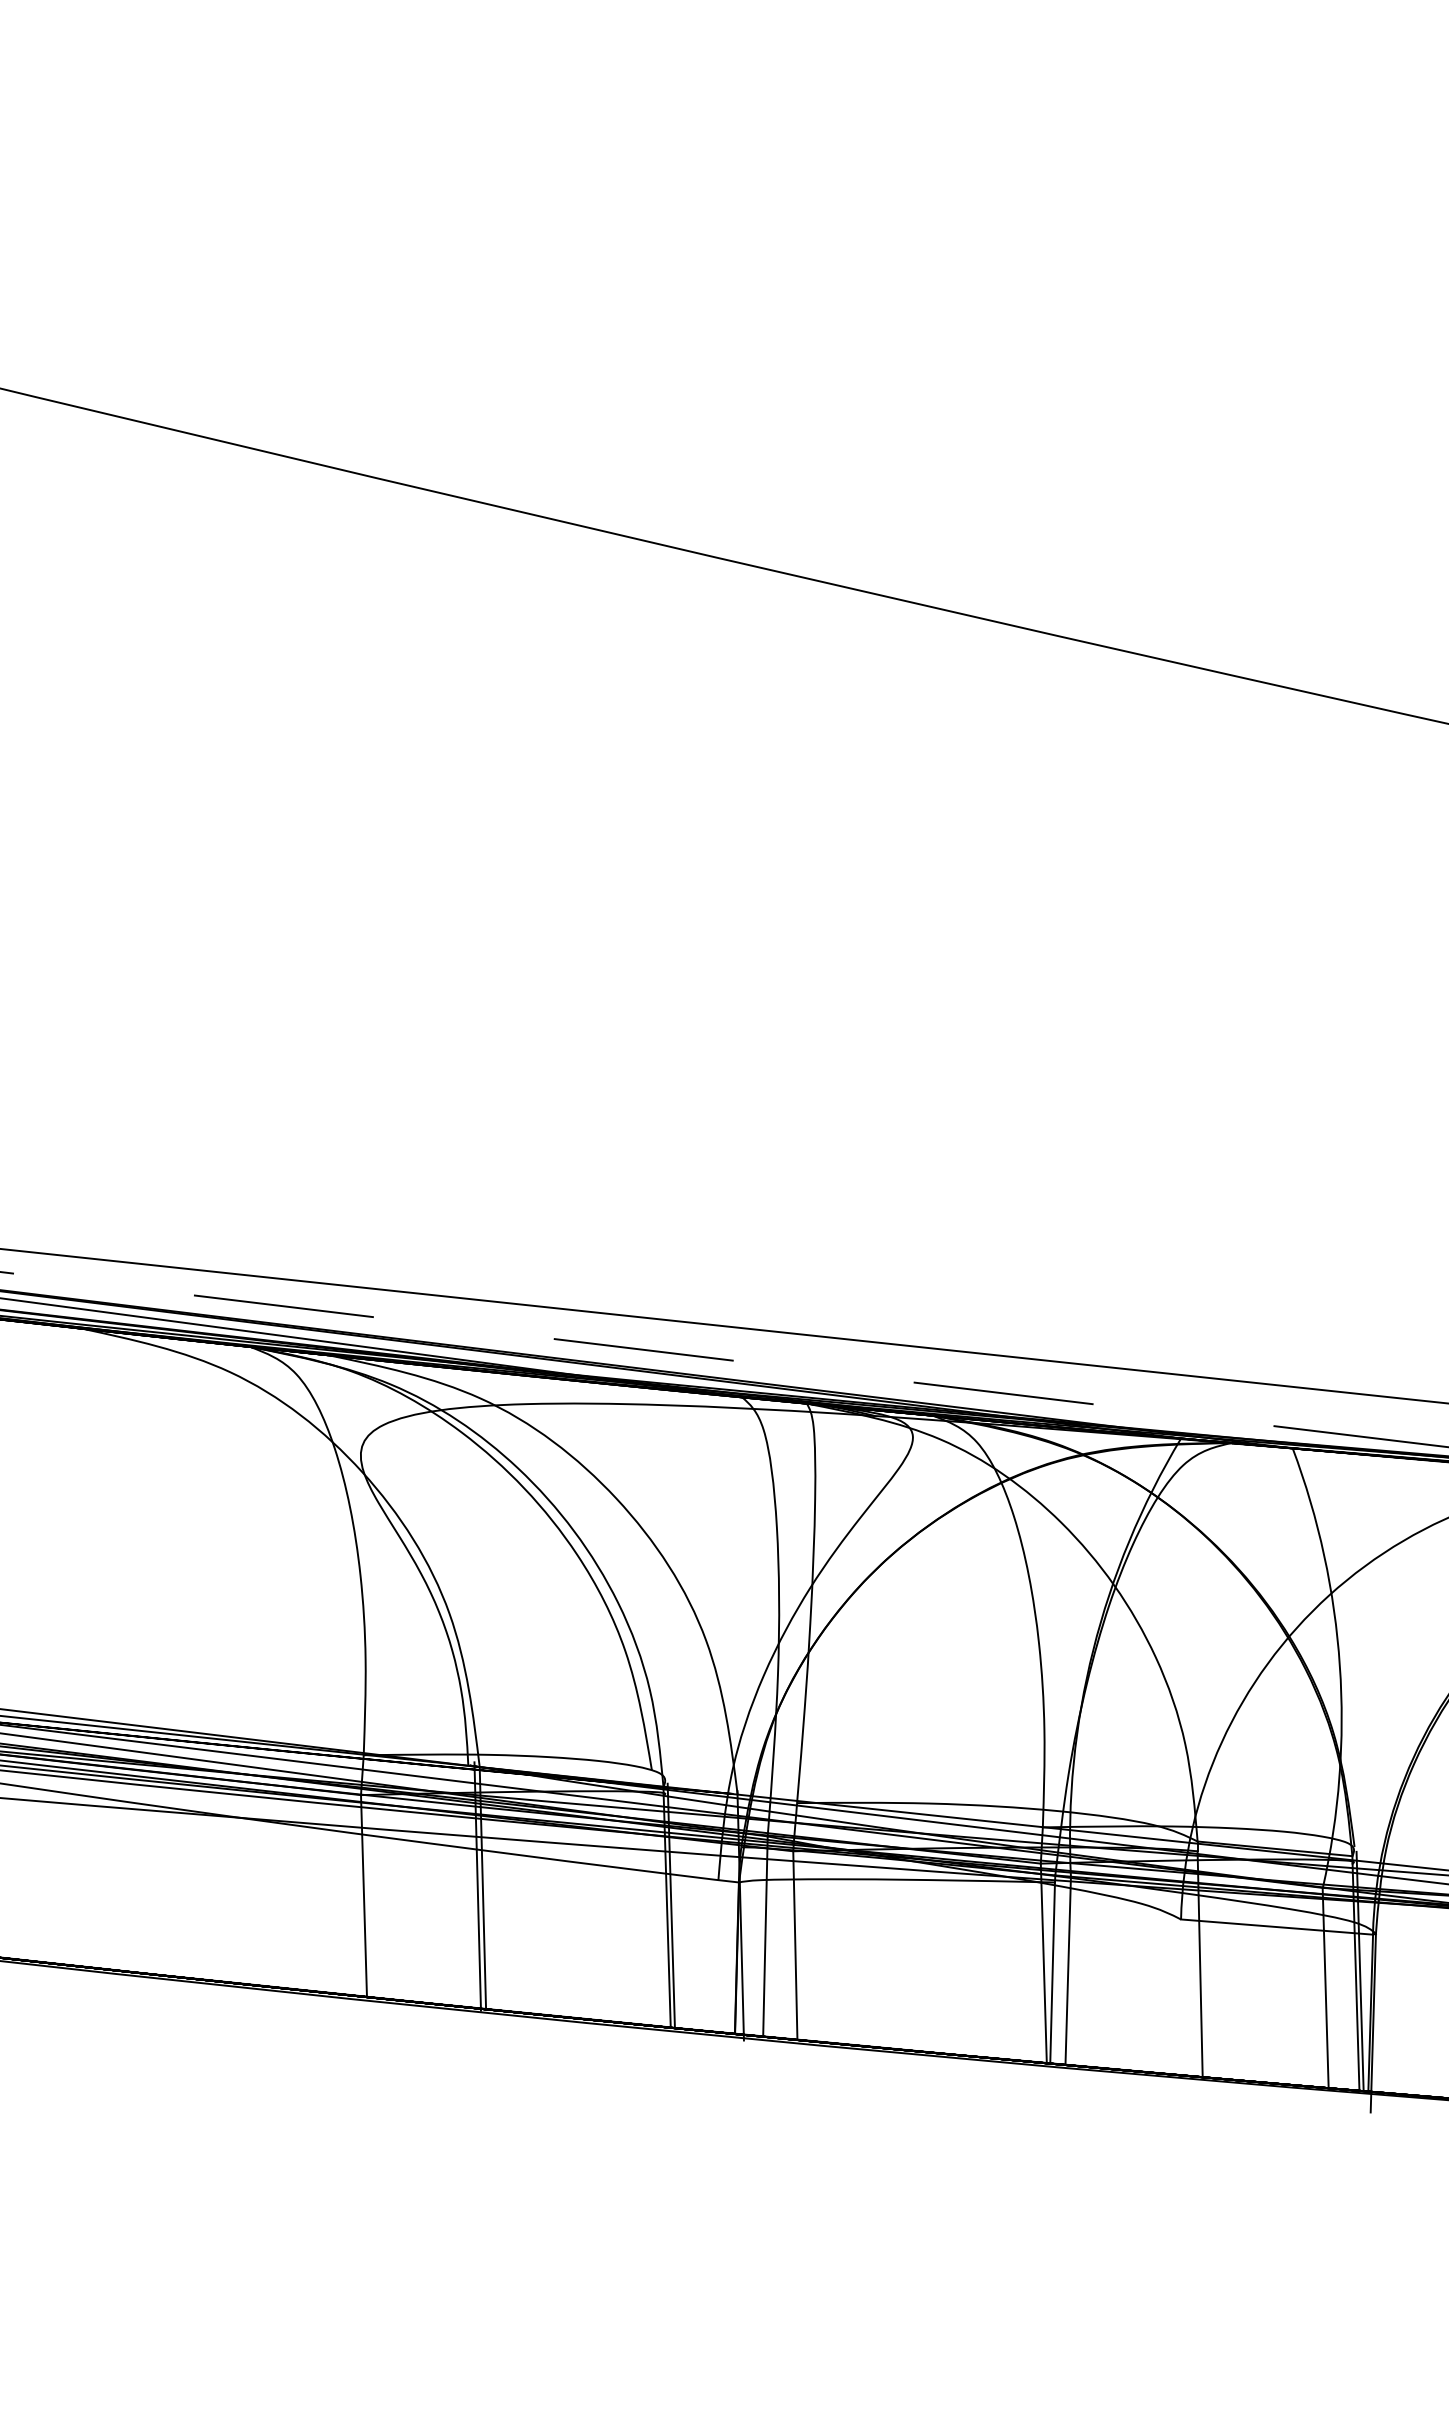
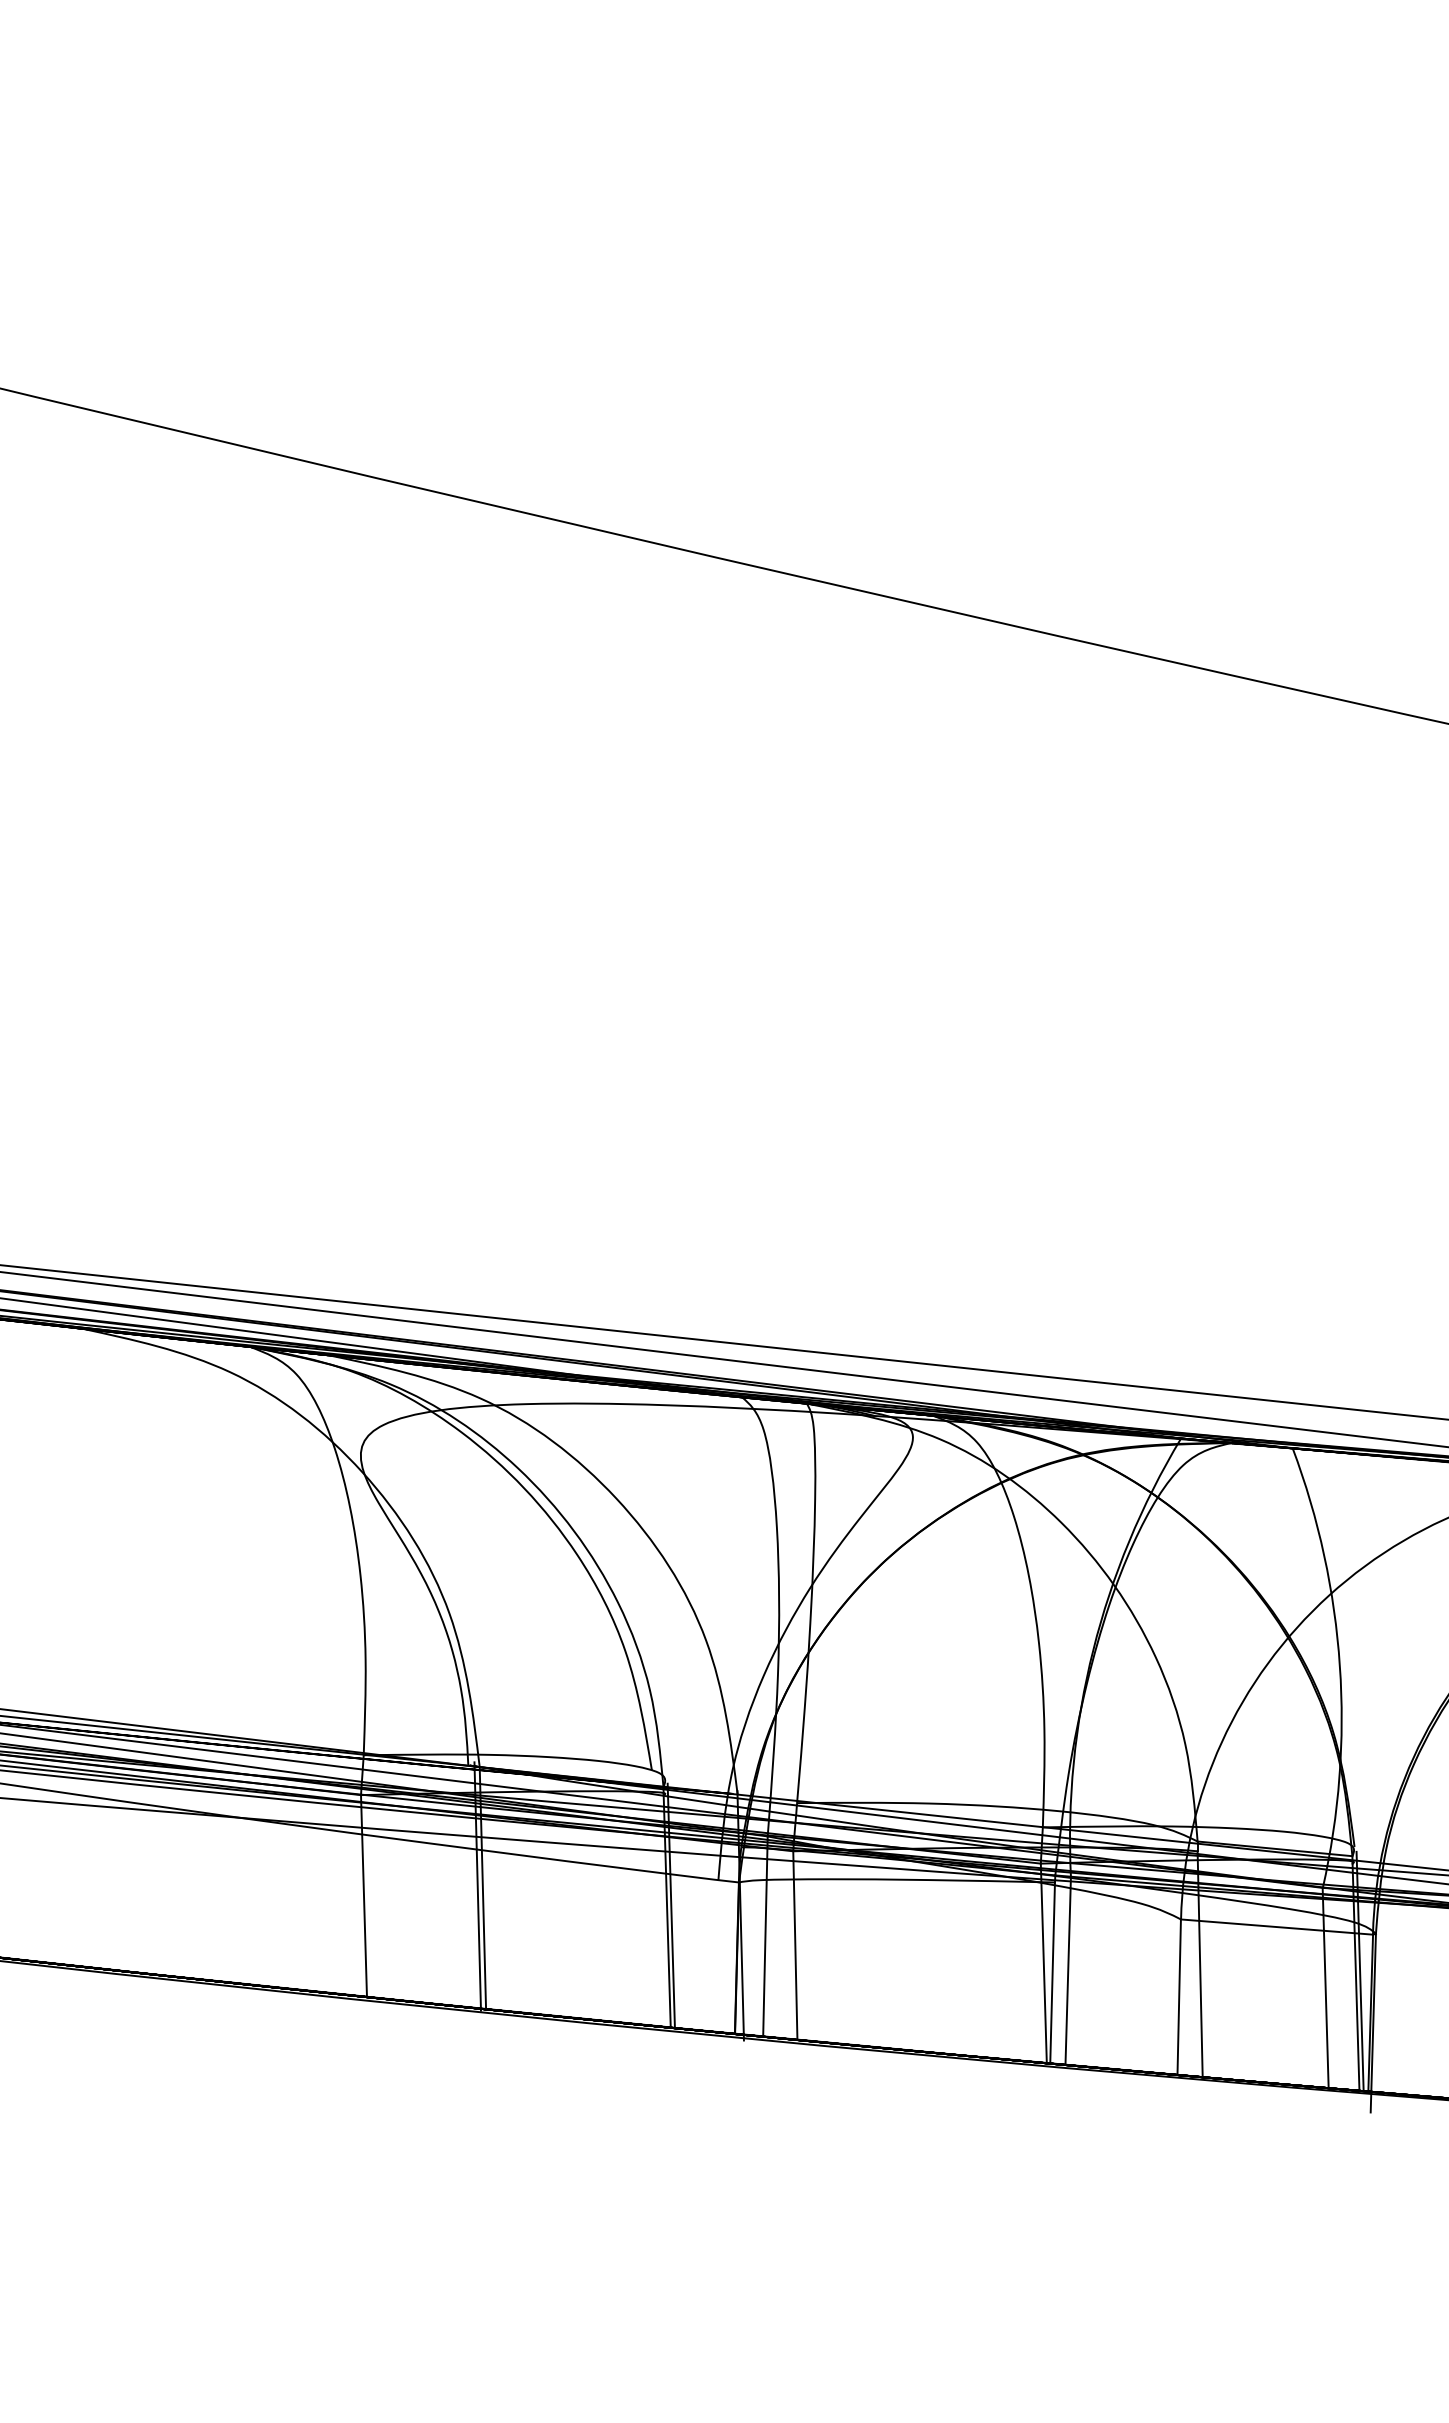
line at (723, 1326) position: (723, 1326) -> (723, 1342)
line at (724, 1359): dashed -> solid
line at (1178, 1996): none -> present
